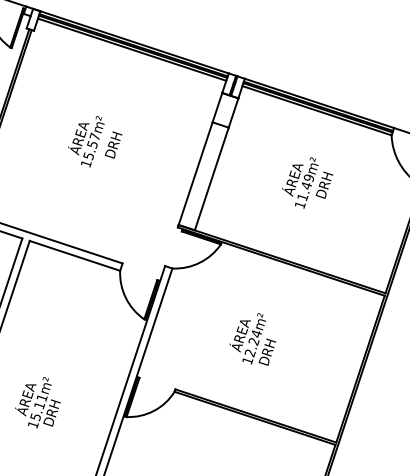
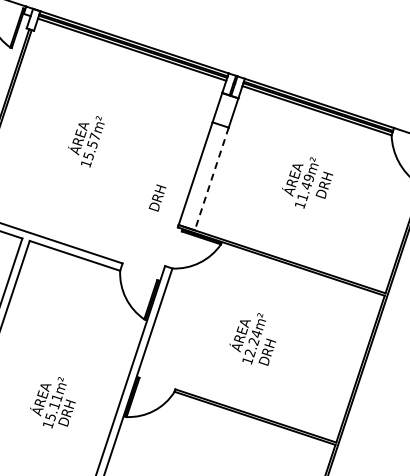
text at (113, 144) position: (113, 144) -> (157, 197)
line at (211, 179): solid -> dashed
text at (37, 402) position: (37, 402) -> (52, 402)
